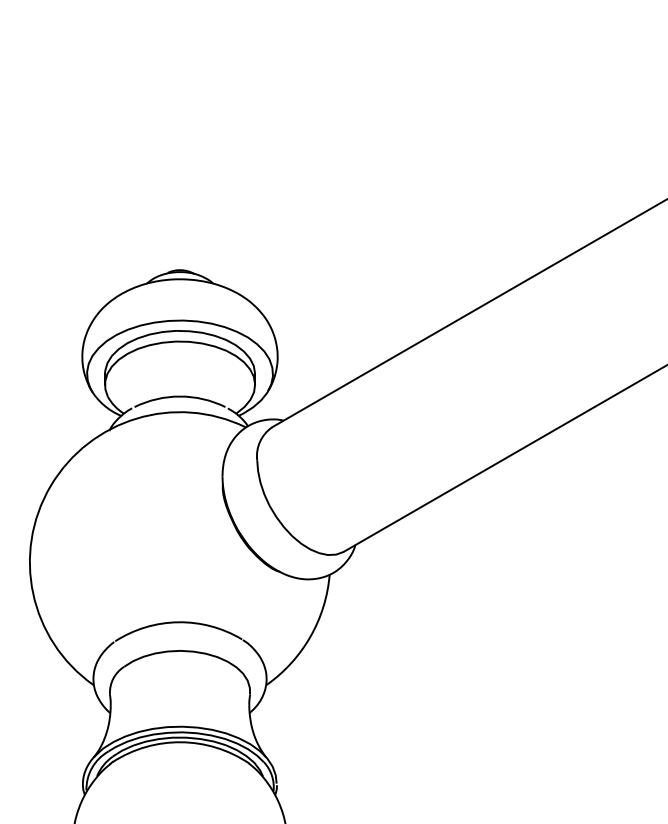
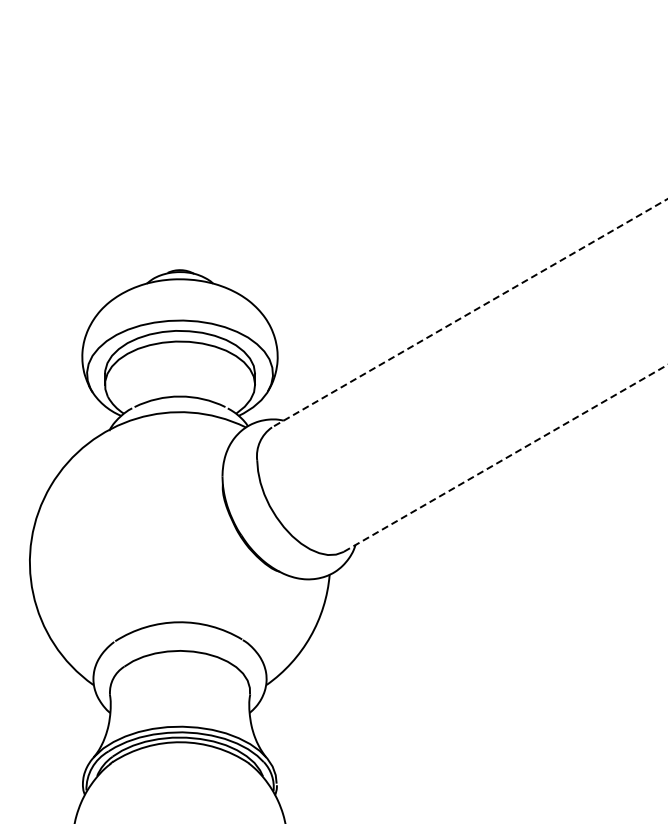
line at (469, 313): solid -> dashed
line at (505, 458): solid -> dashed
